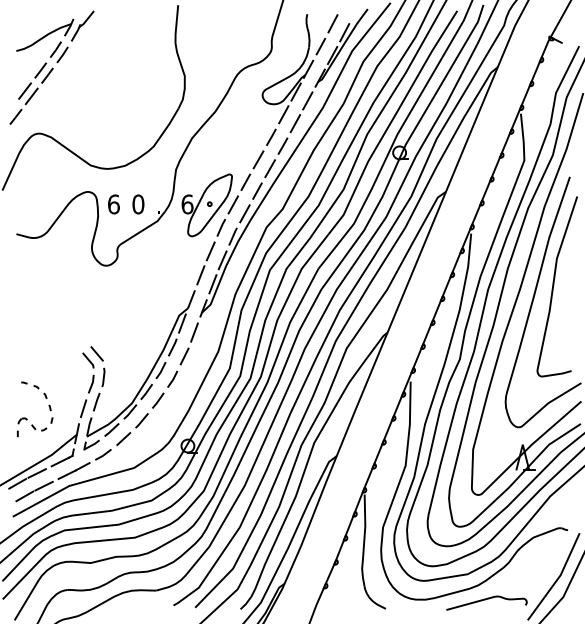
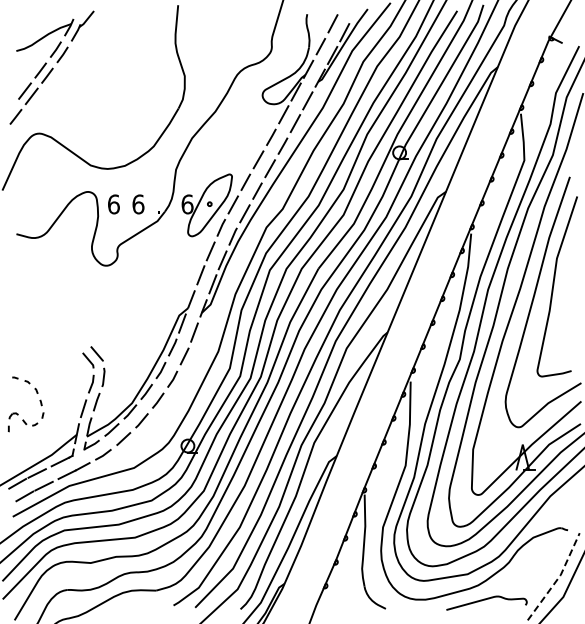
text at (138, 204): 0 -> 6
part at (27, 418) position: (27, 418) -> (18, 413)
line at (558, 578): solid -> dashed
